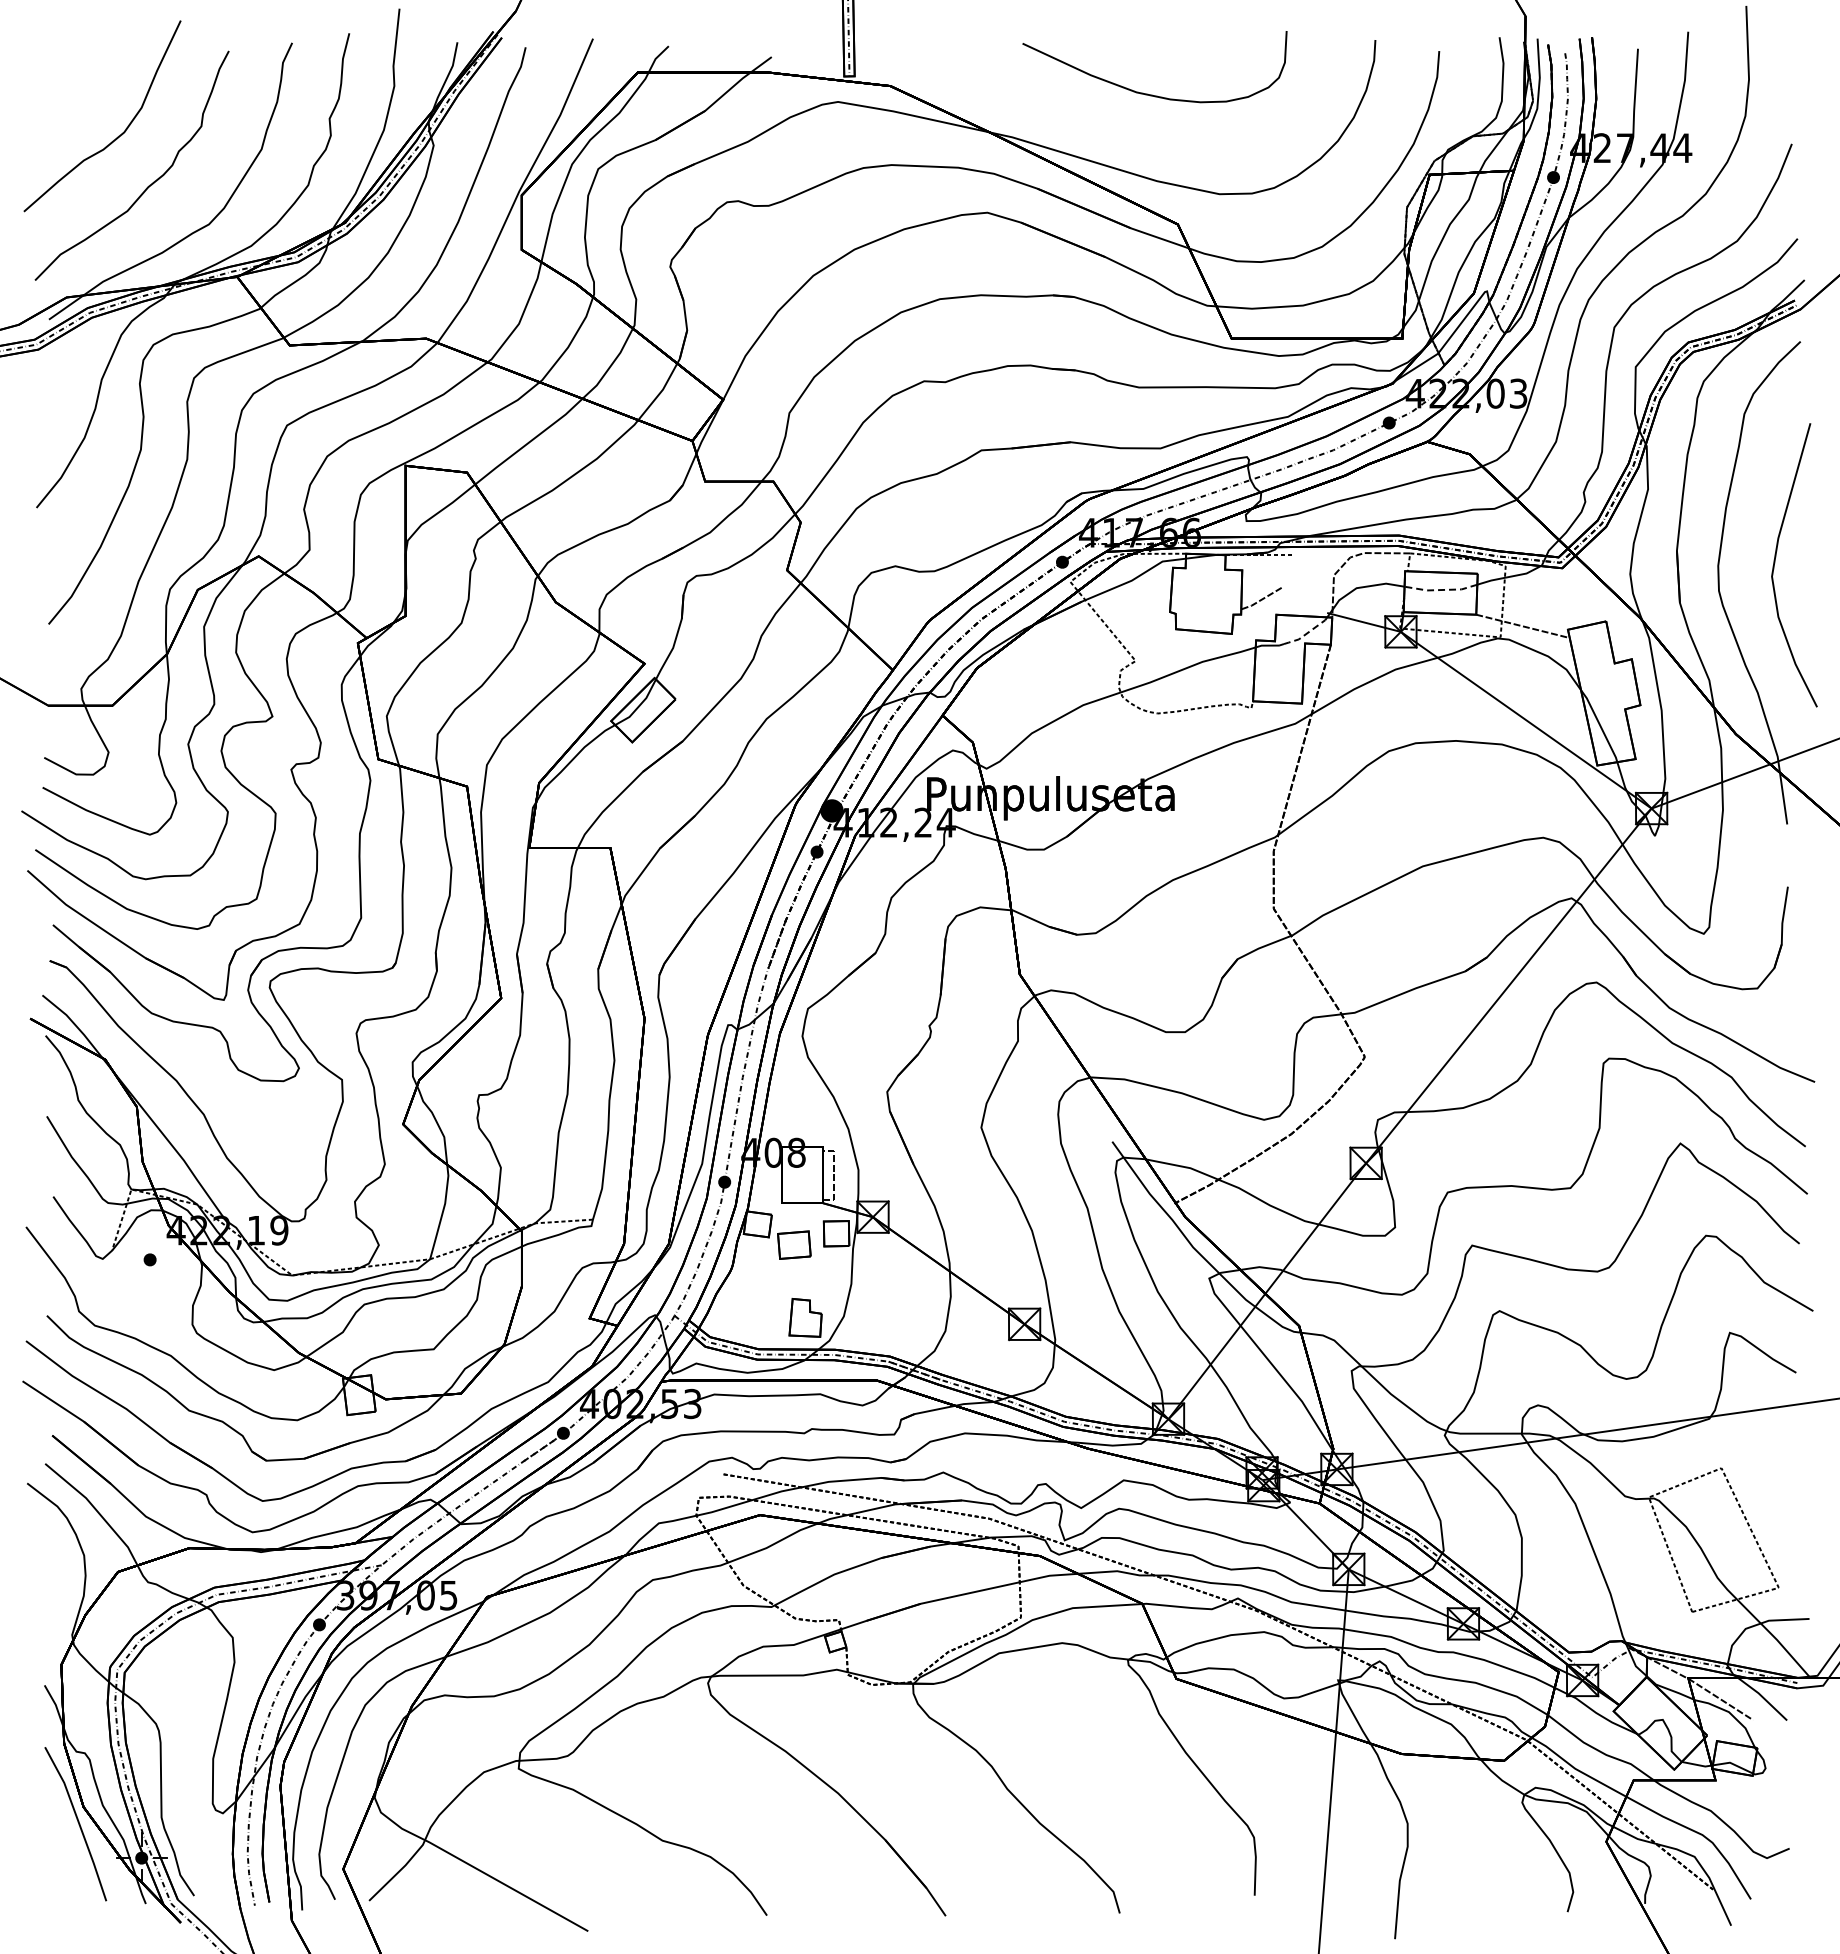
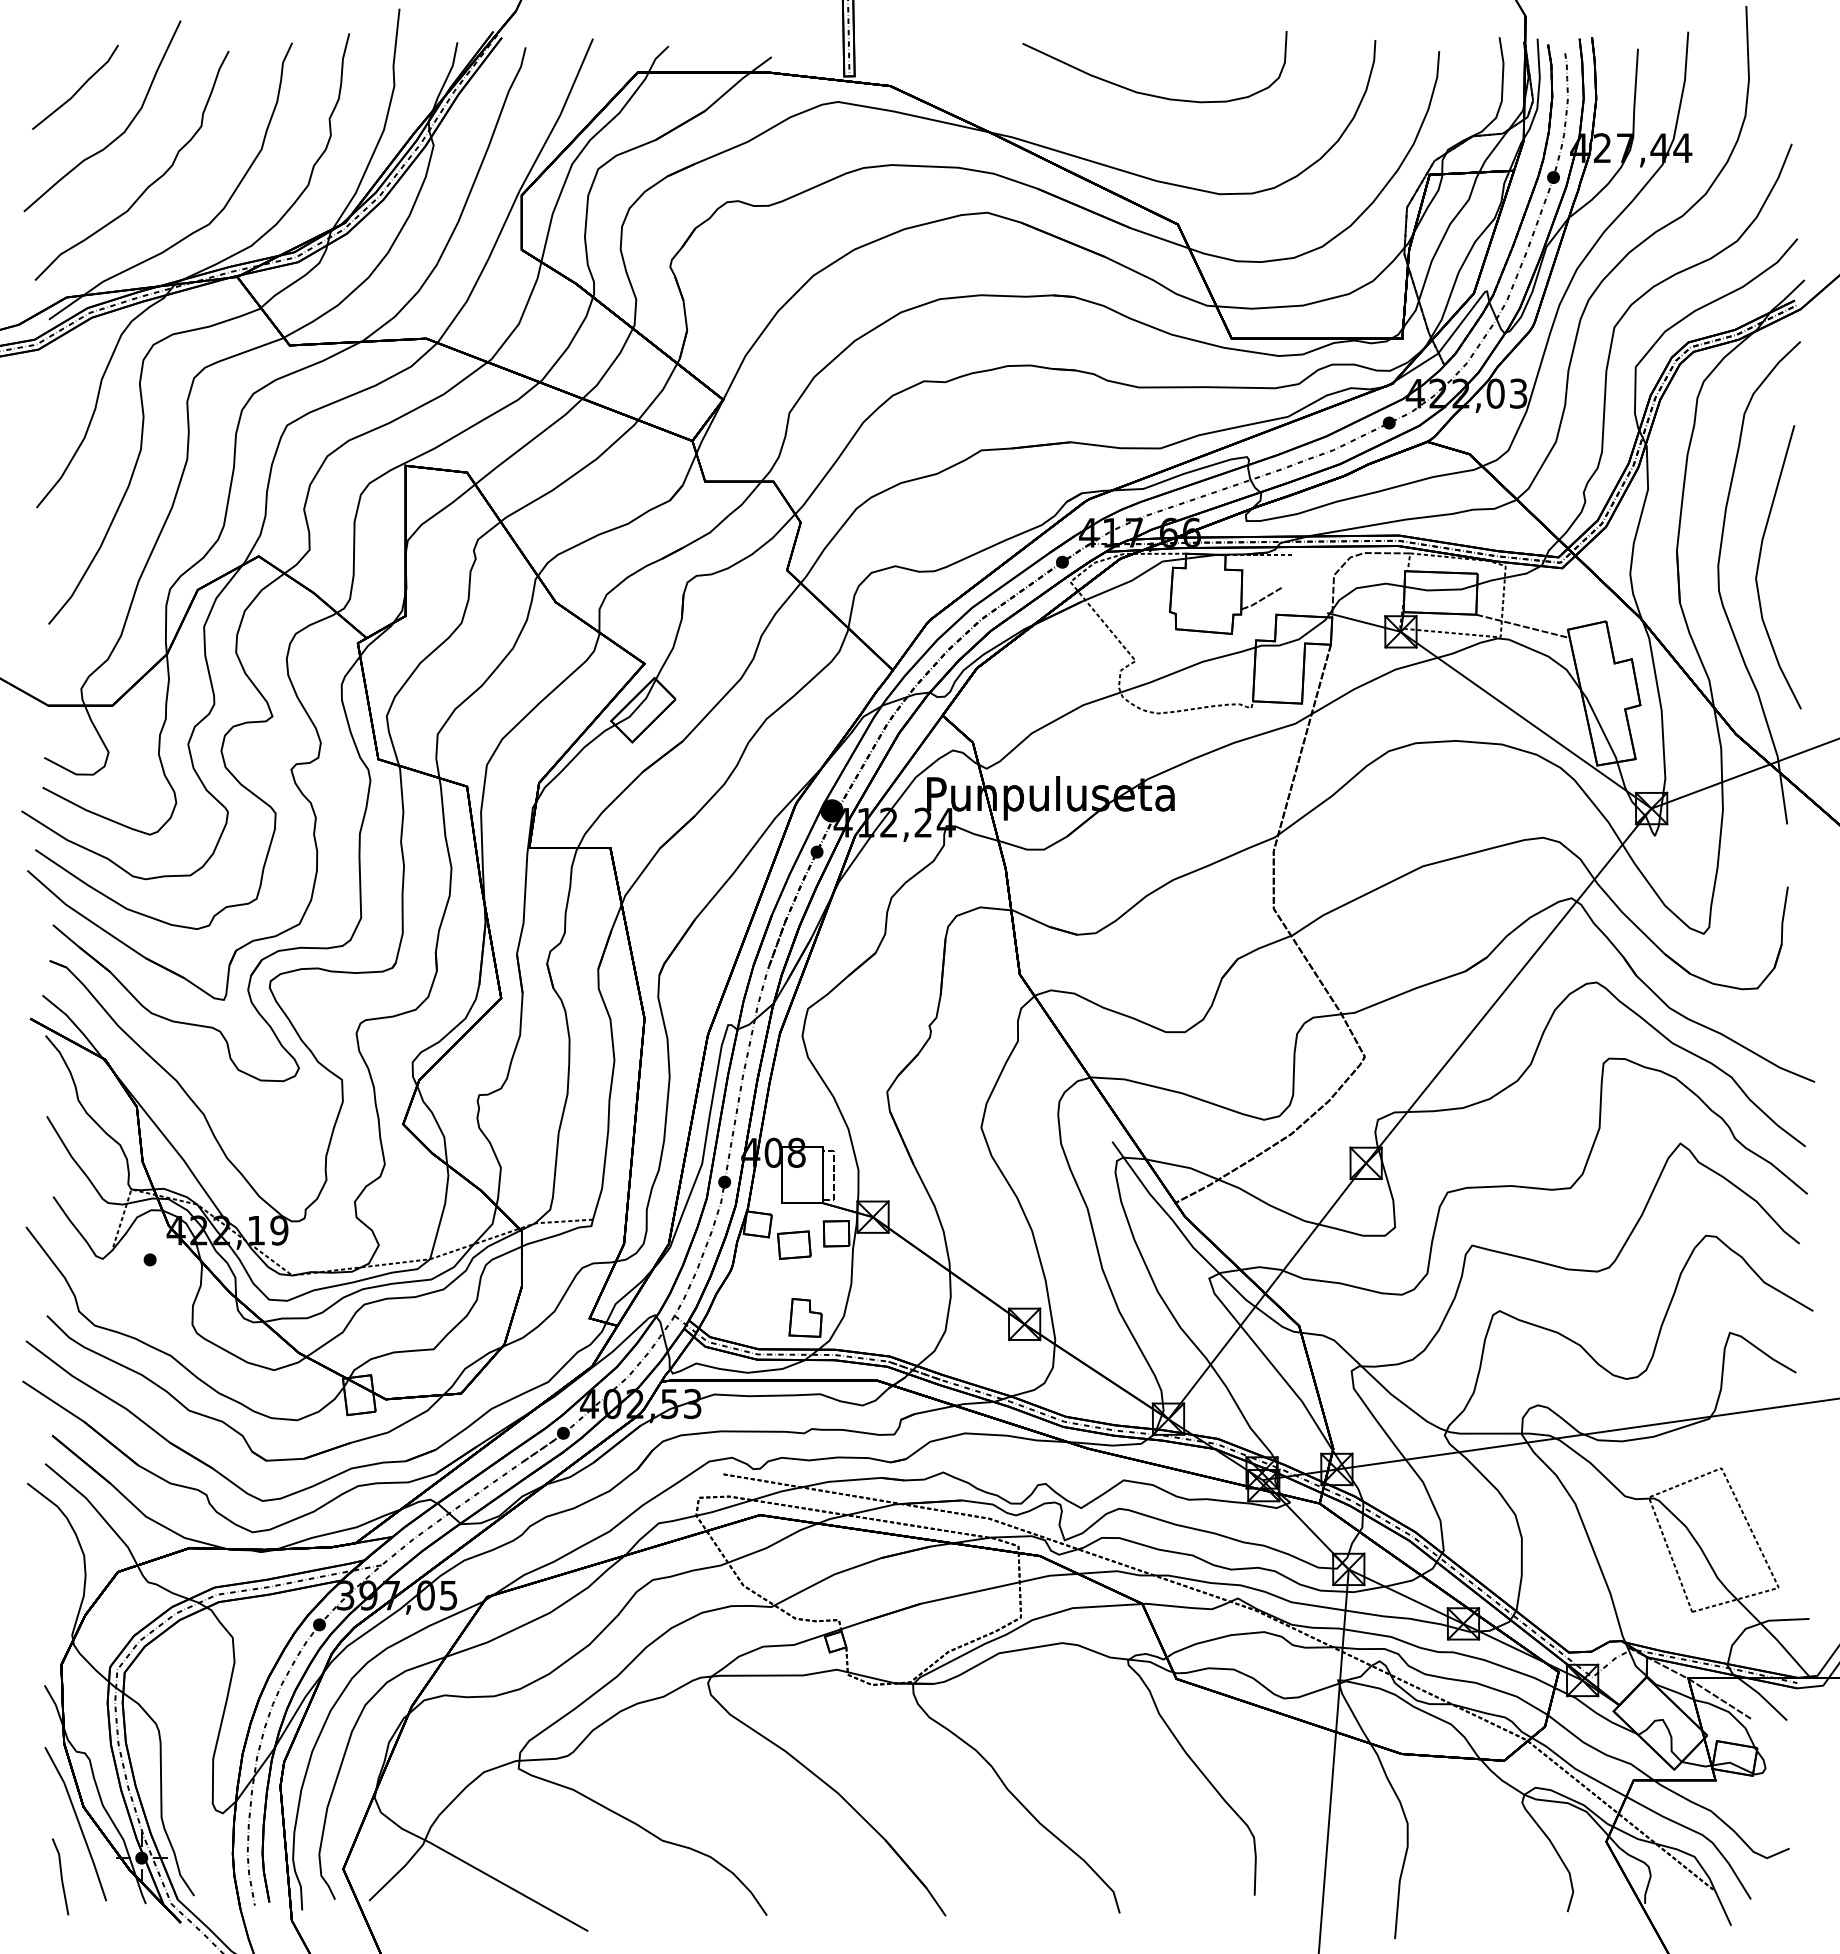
line at (78, 88): none -> present
curve at (1775, 563) position: (1775, 563) -> (1759, 565)
line at (1440, 590): dashed -> solid
line at (1308, 632): dashed -> solid
line at (60, 1876): none -> present
